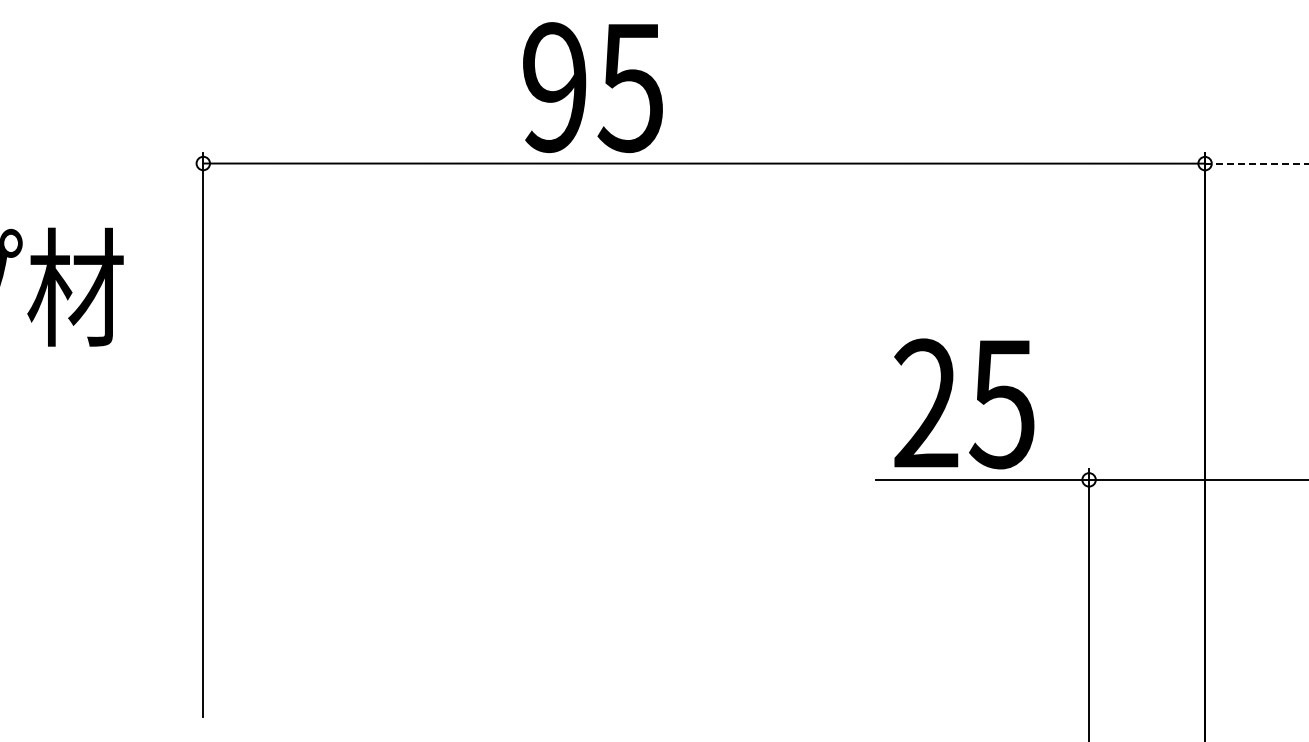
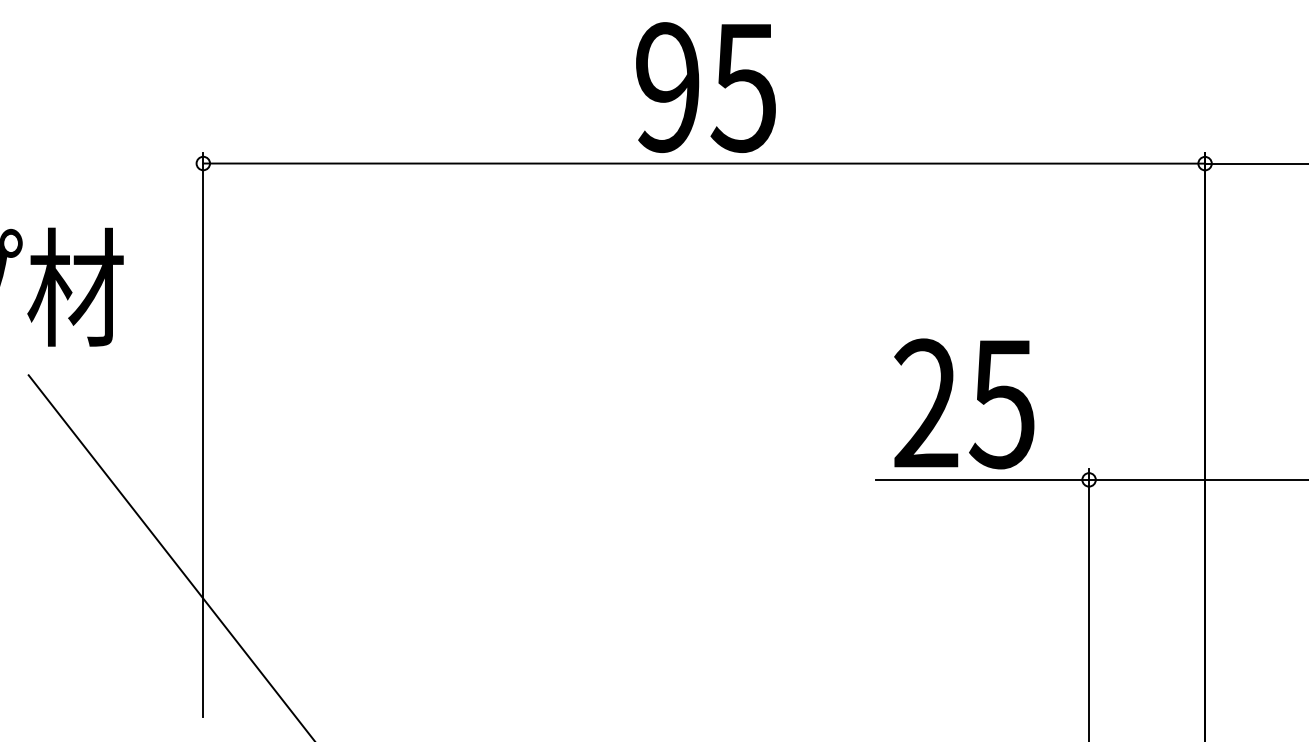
text at (592, 87) position: (592, 87) -> (705, 87)
line at (1256, 163): dashed -> solid
line at (170, 556): none -> present
